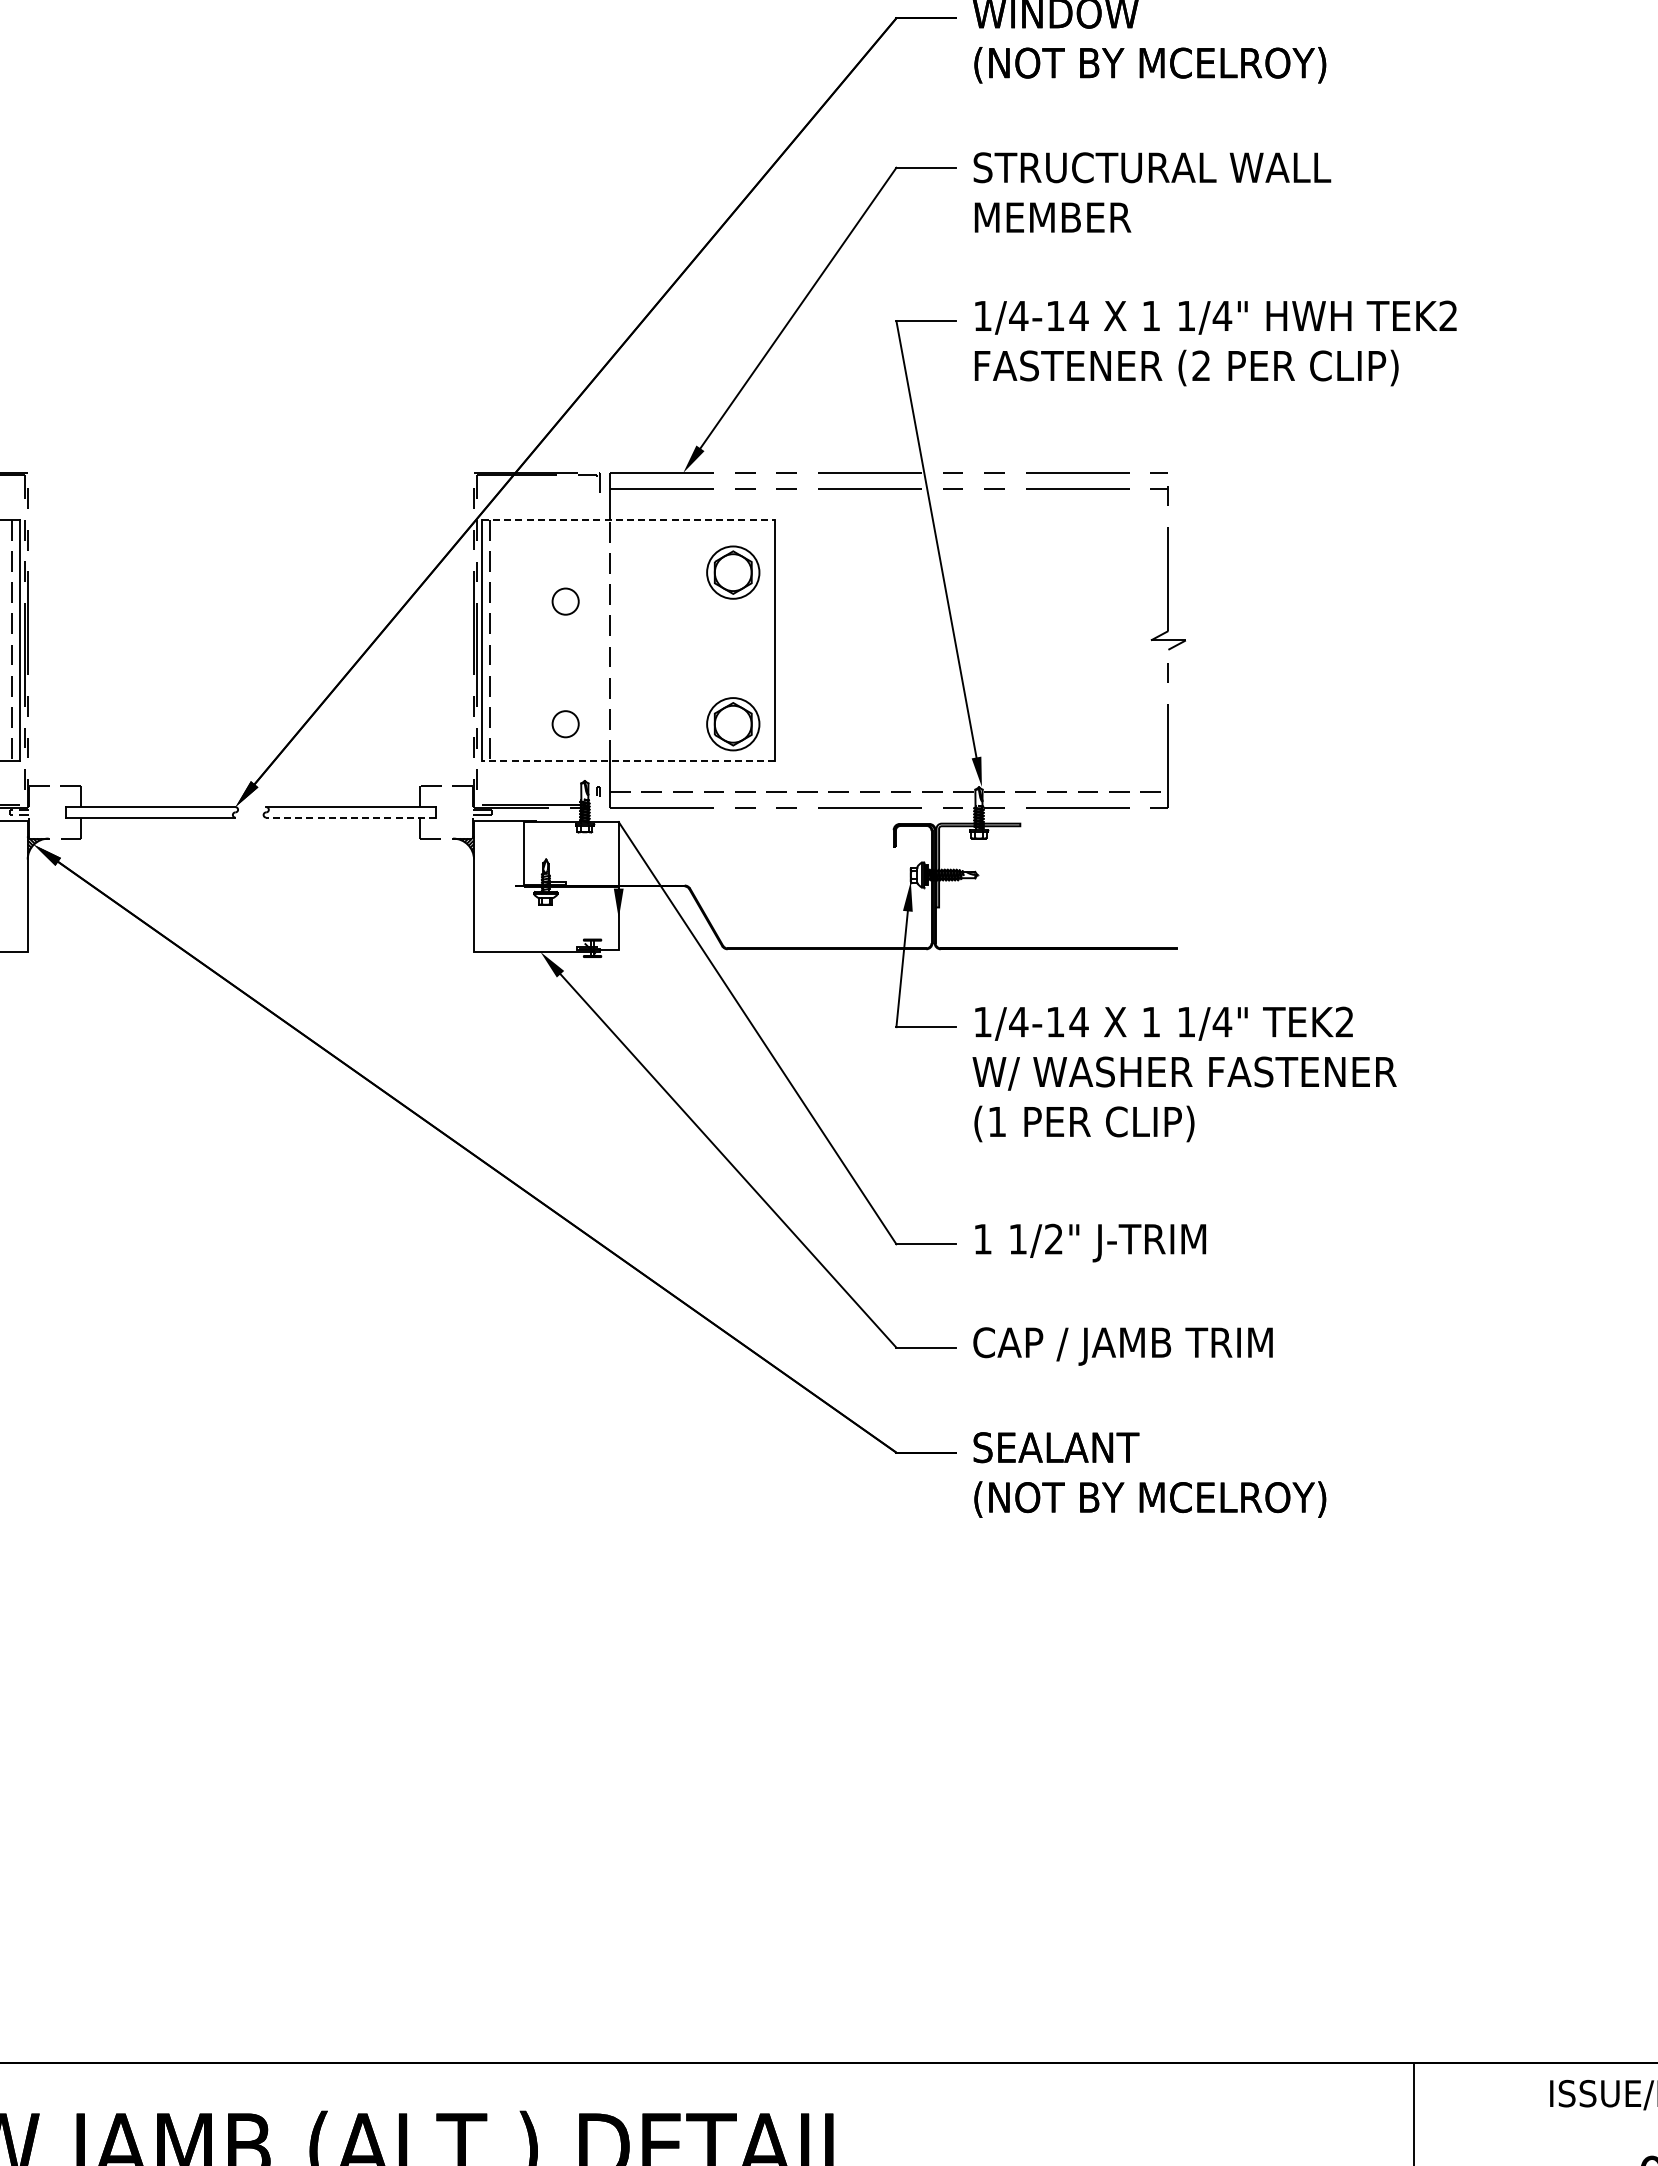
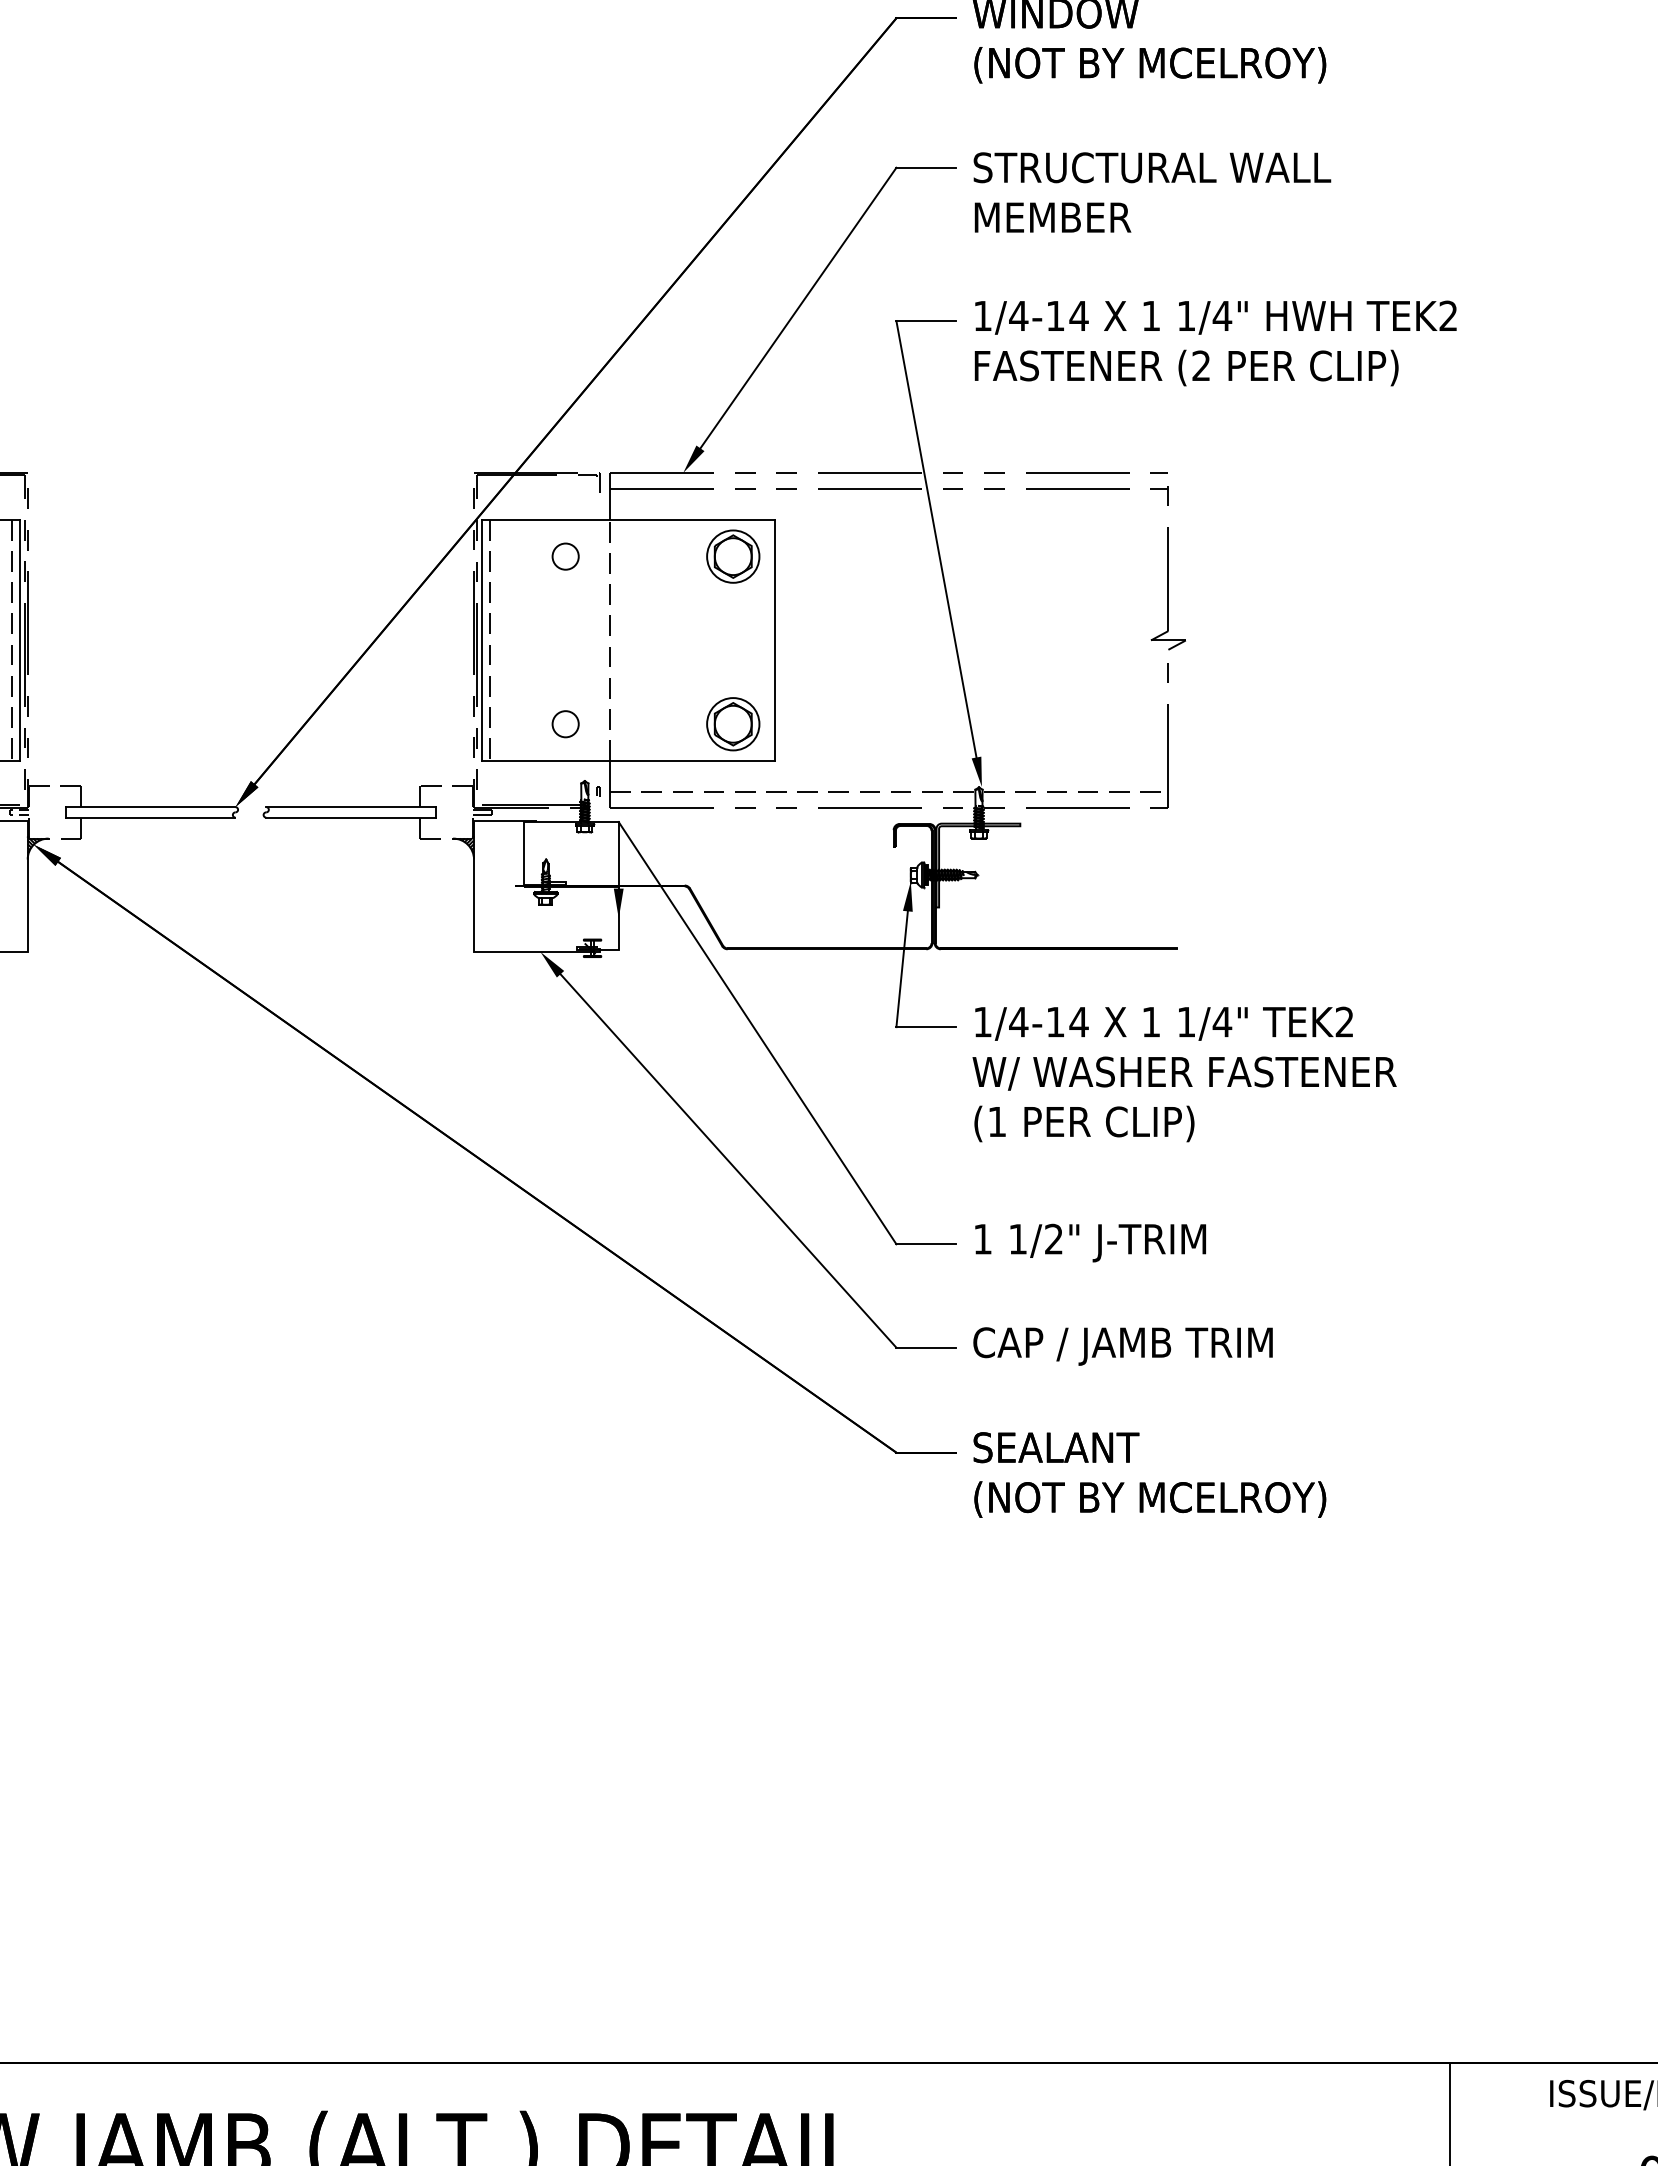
line at (628, 520): dashed -> solid
part at (733, 572) position: (733, 572) -> (733, 556)
circle at (565, 601) position: (565, 601) -> (565, 556)
line at (628, 760): dashed -> solid
line at (351, 817): dashed -> solid
line at (1413, 2112) position: (1413, 2112) -> (1449, 2112)
